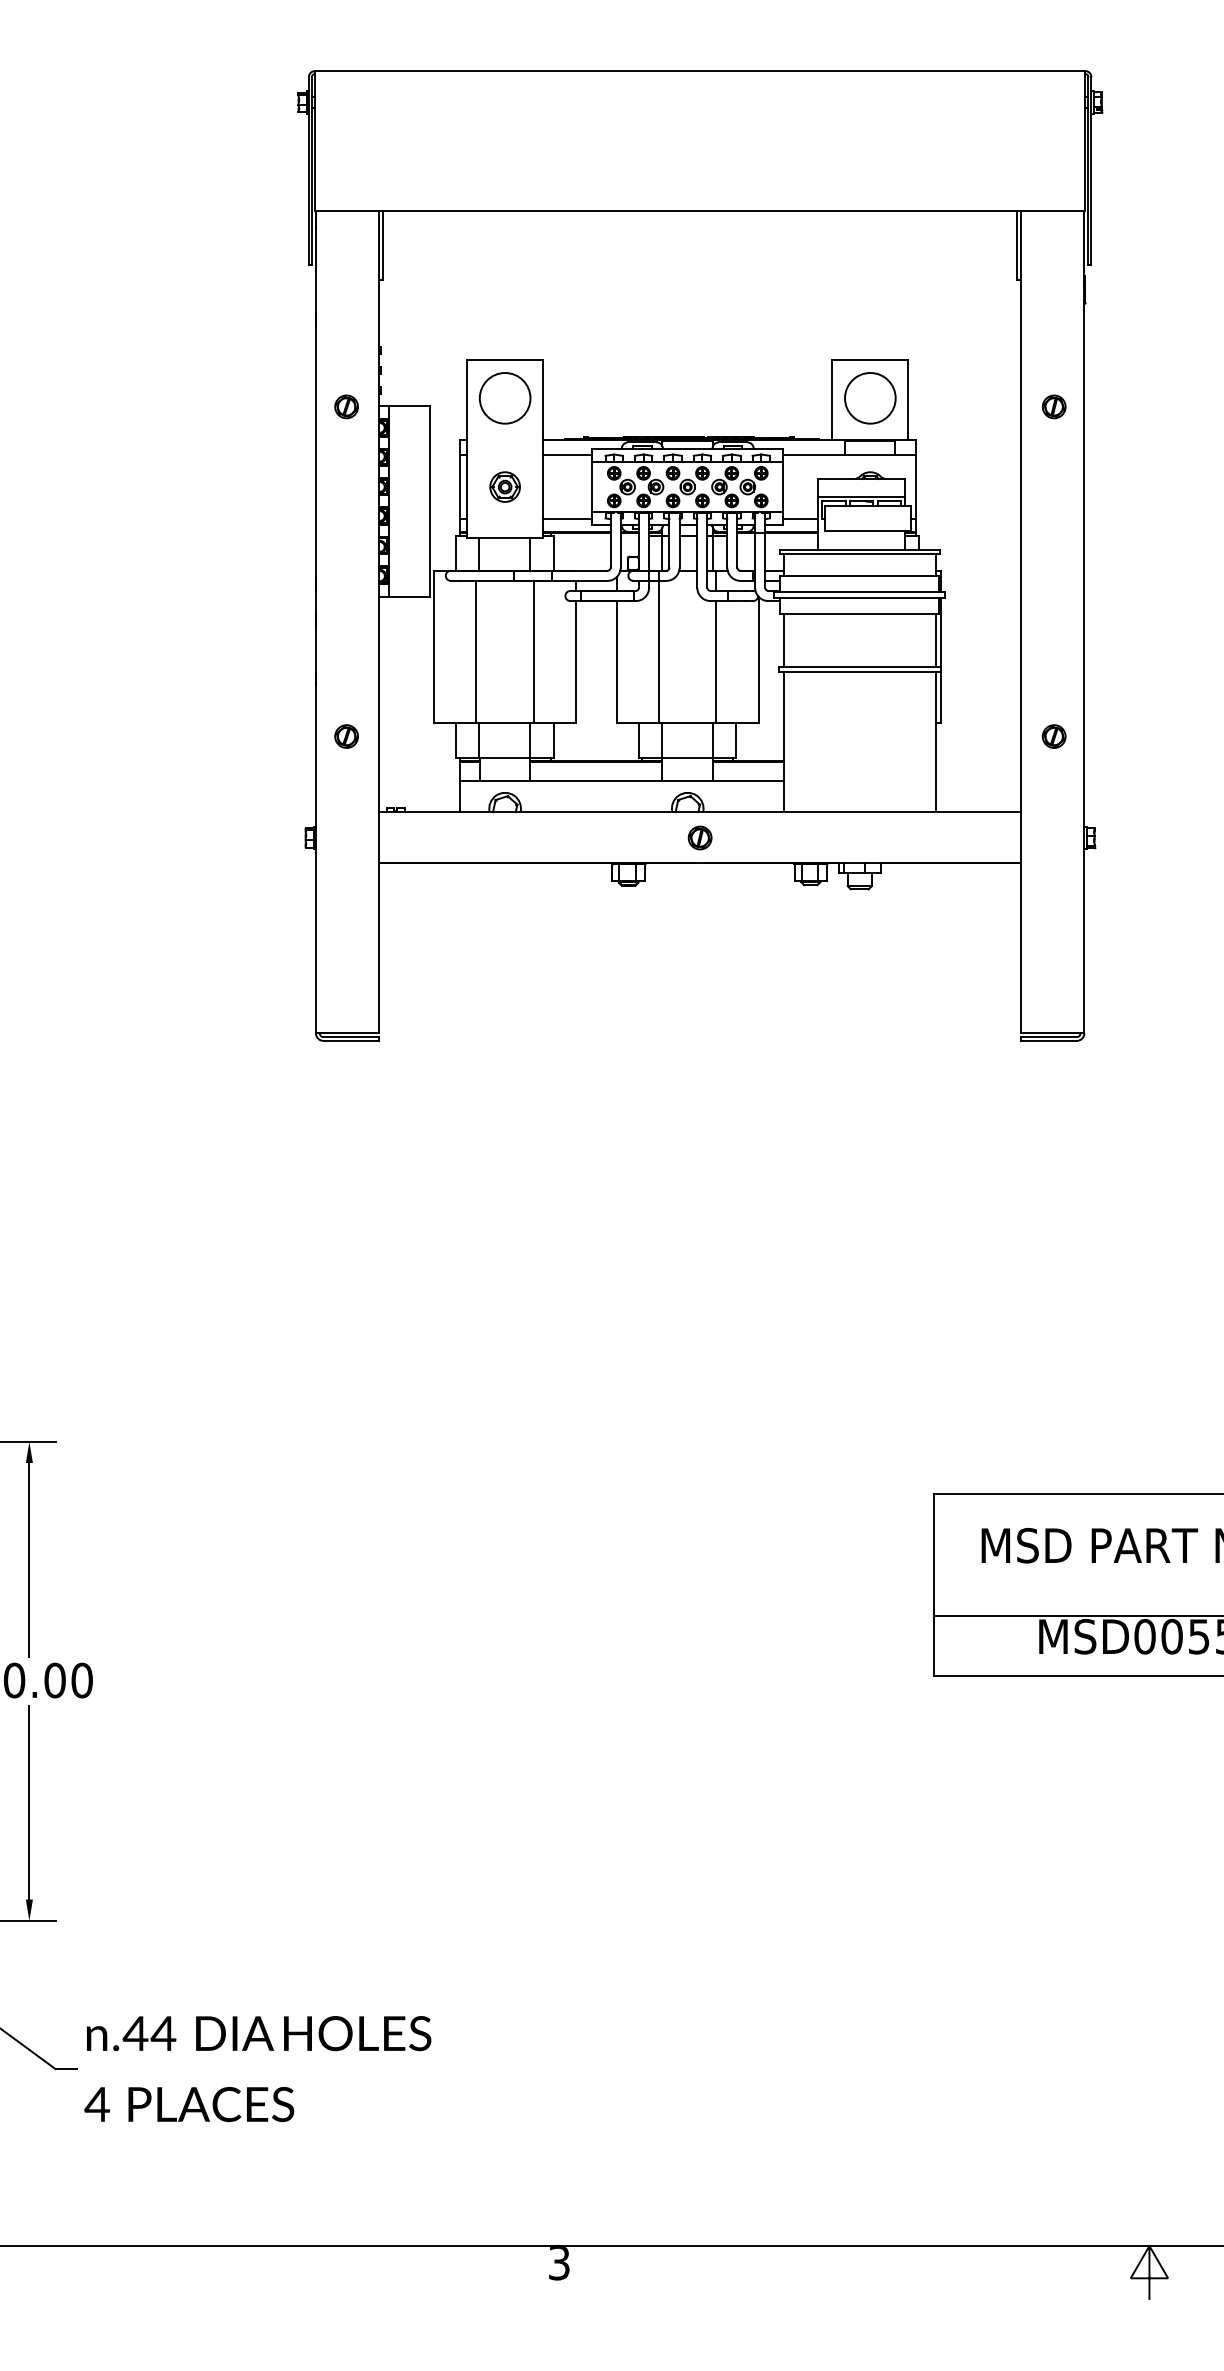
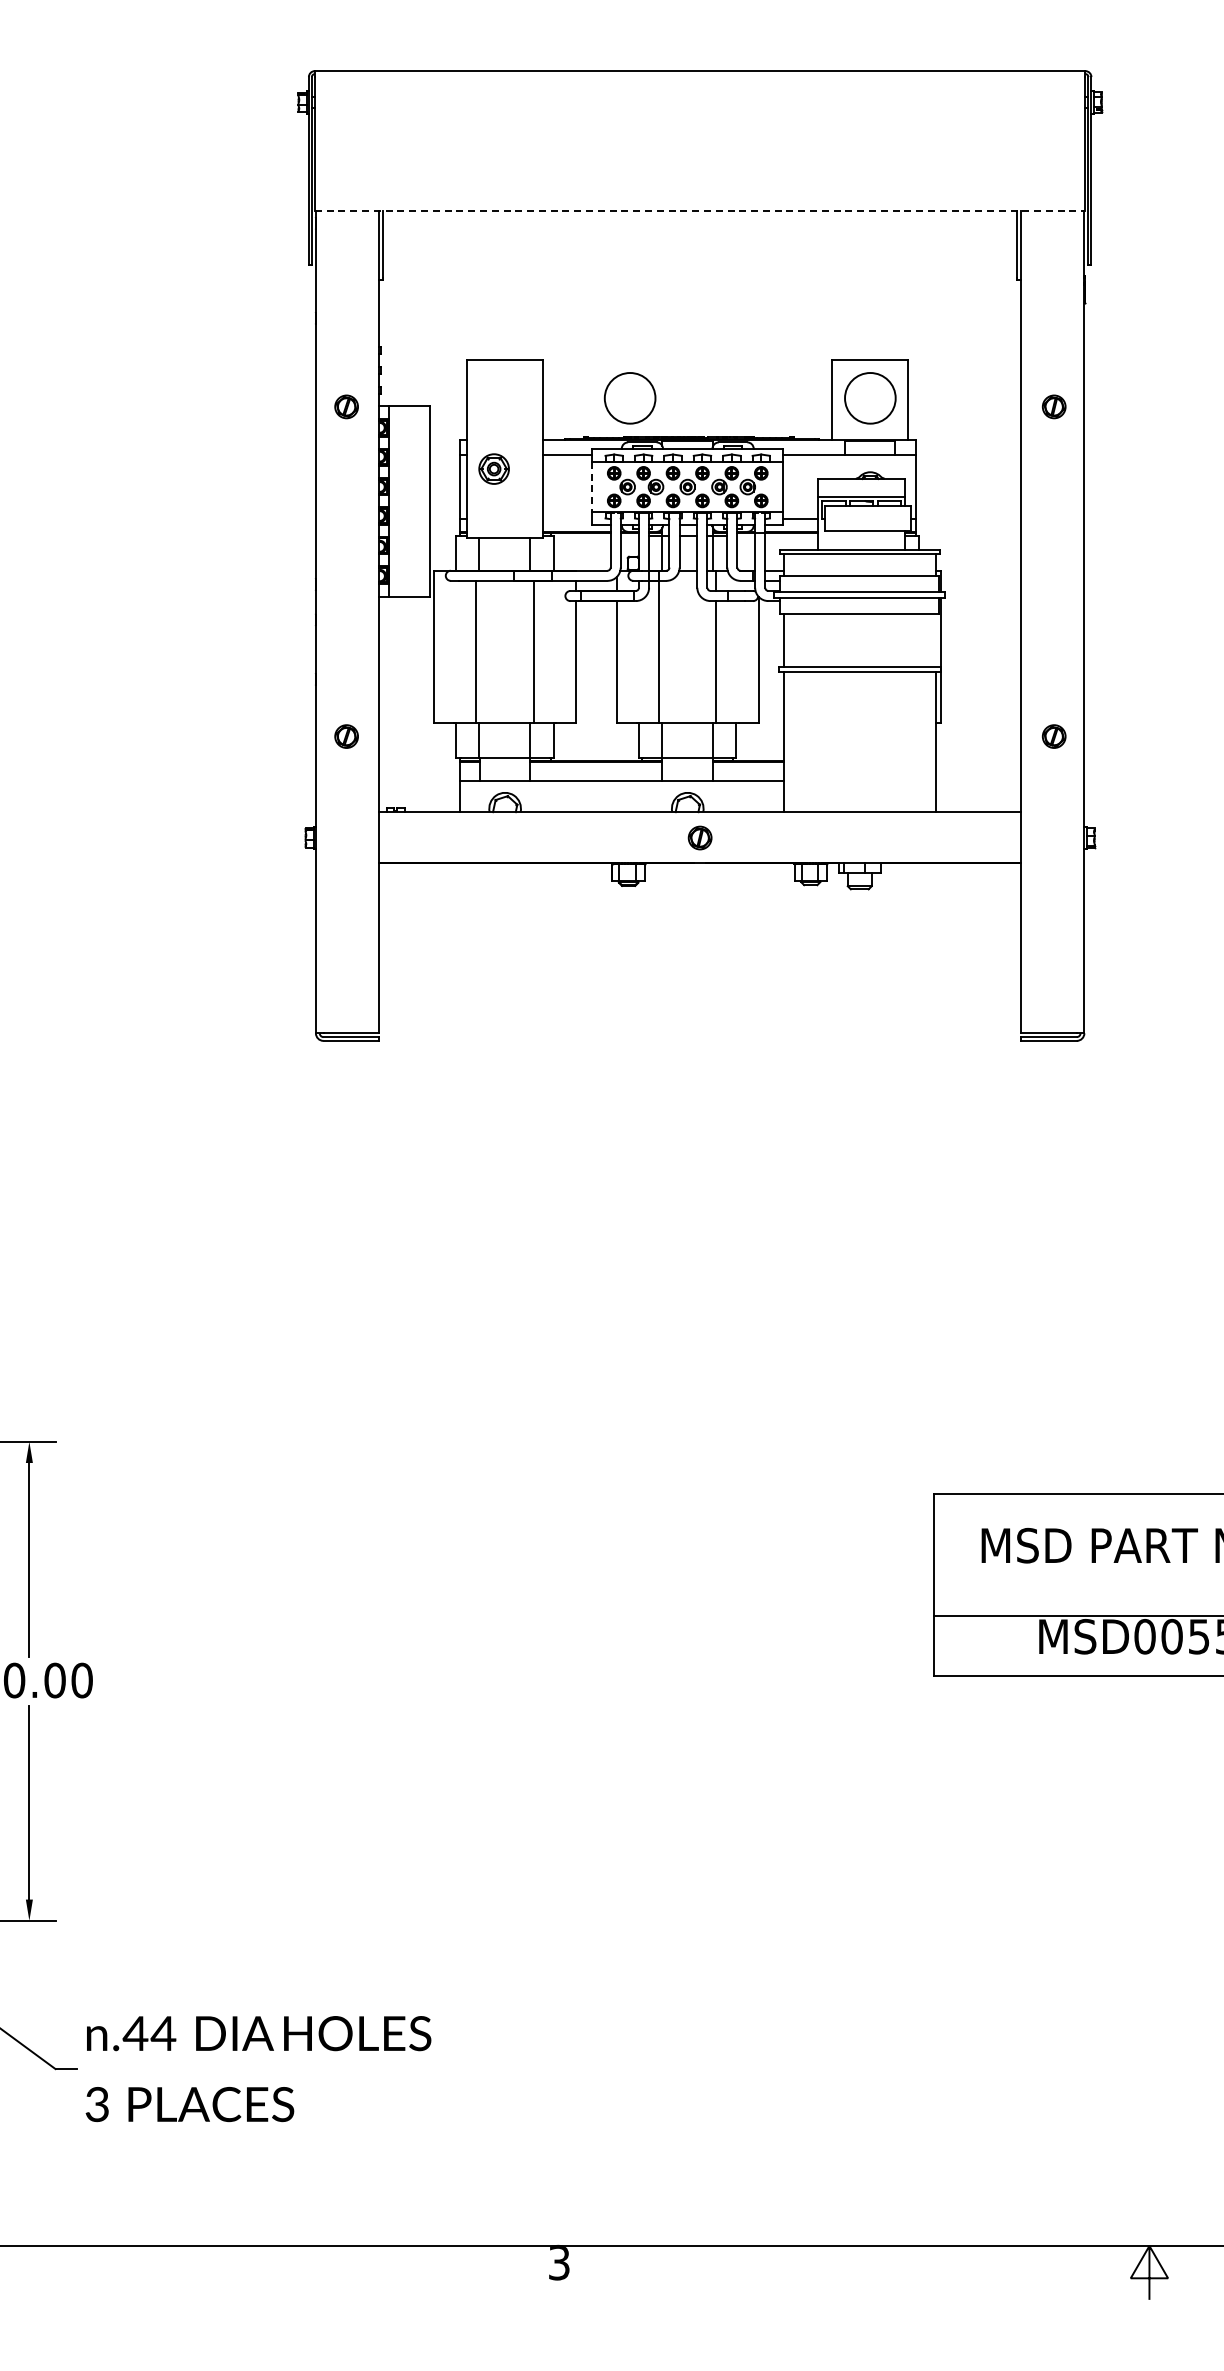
line at (700, 210): solid -> dashed
circle at (504, 398) position: (504, 398) -> (629, 398)
part at (504, 486) position: (504, 486) -> (493, 468)
line at (592, 487): solid -> dashed
line at (567, 518): present -> none
line at (935, 640): present -> none
text at (97, 2104): 4 -> 3
